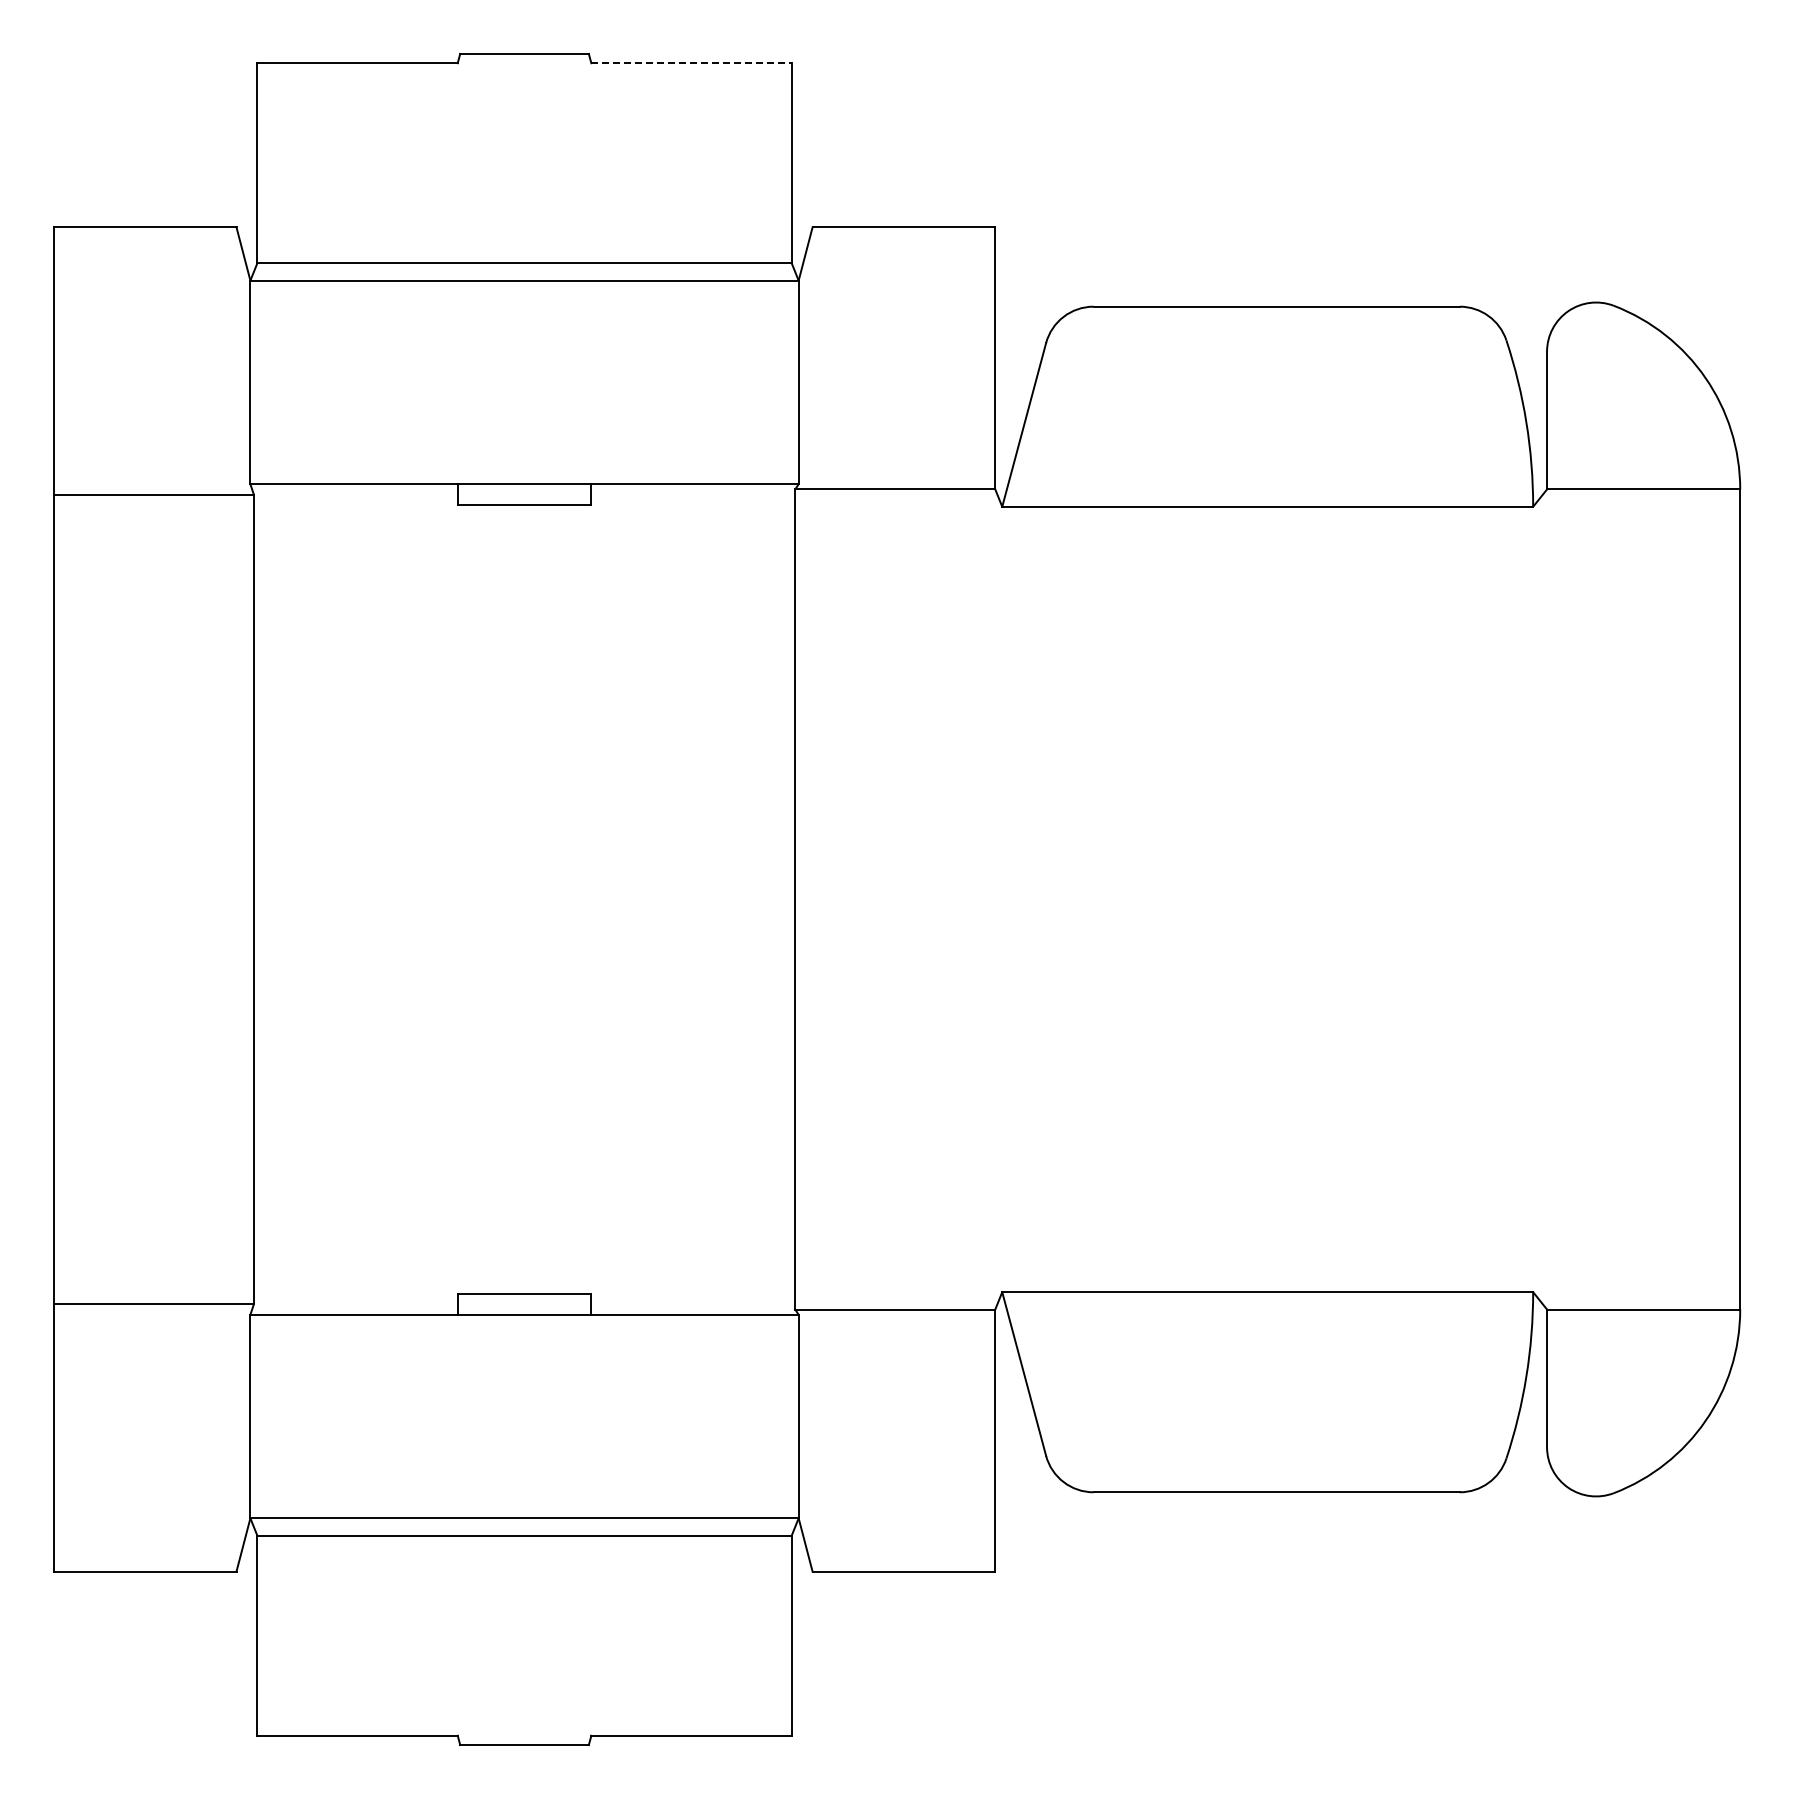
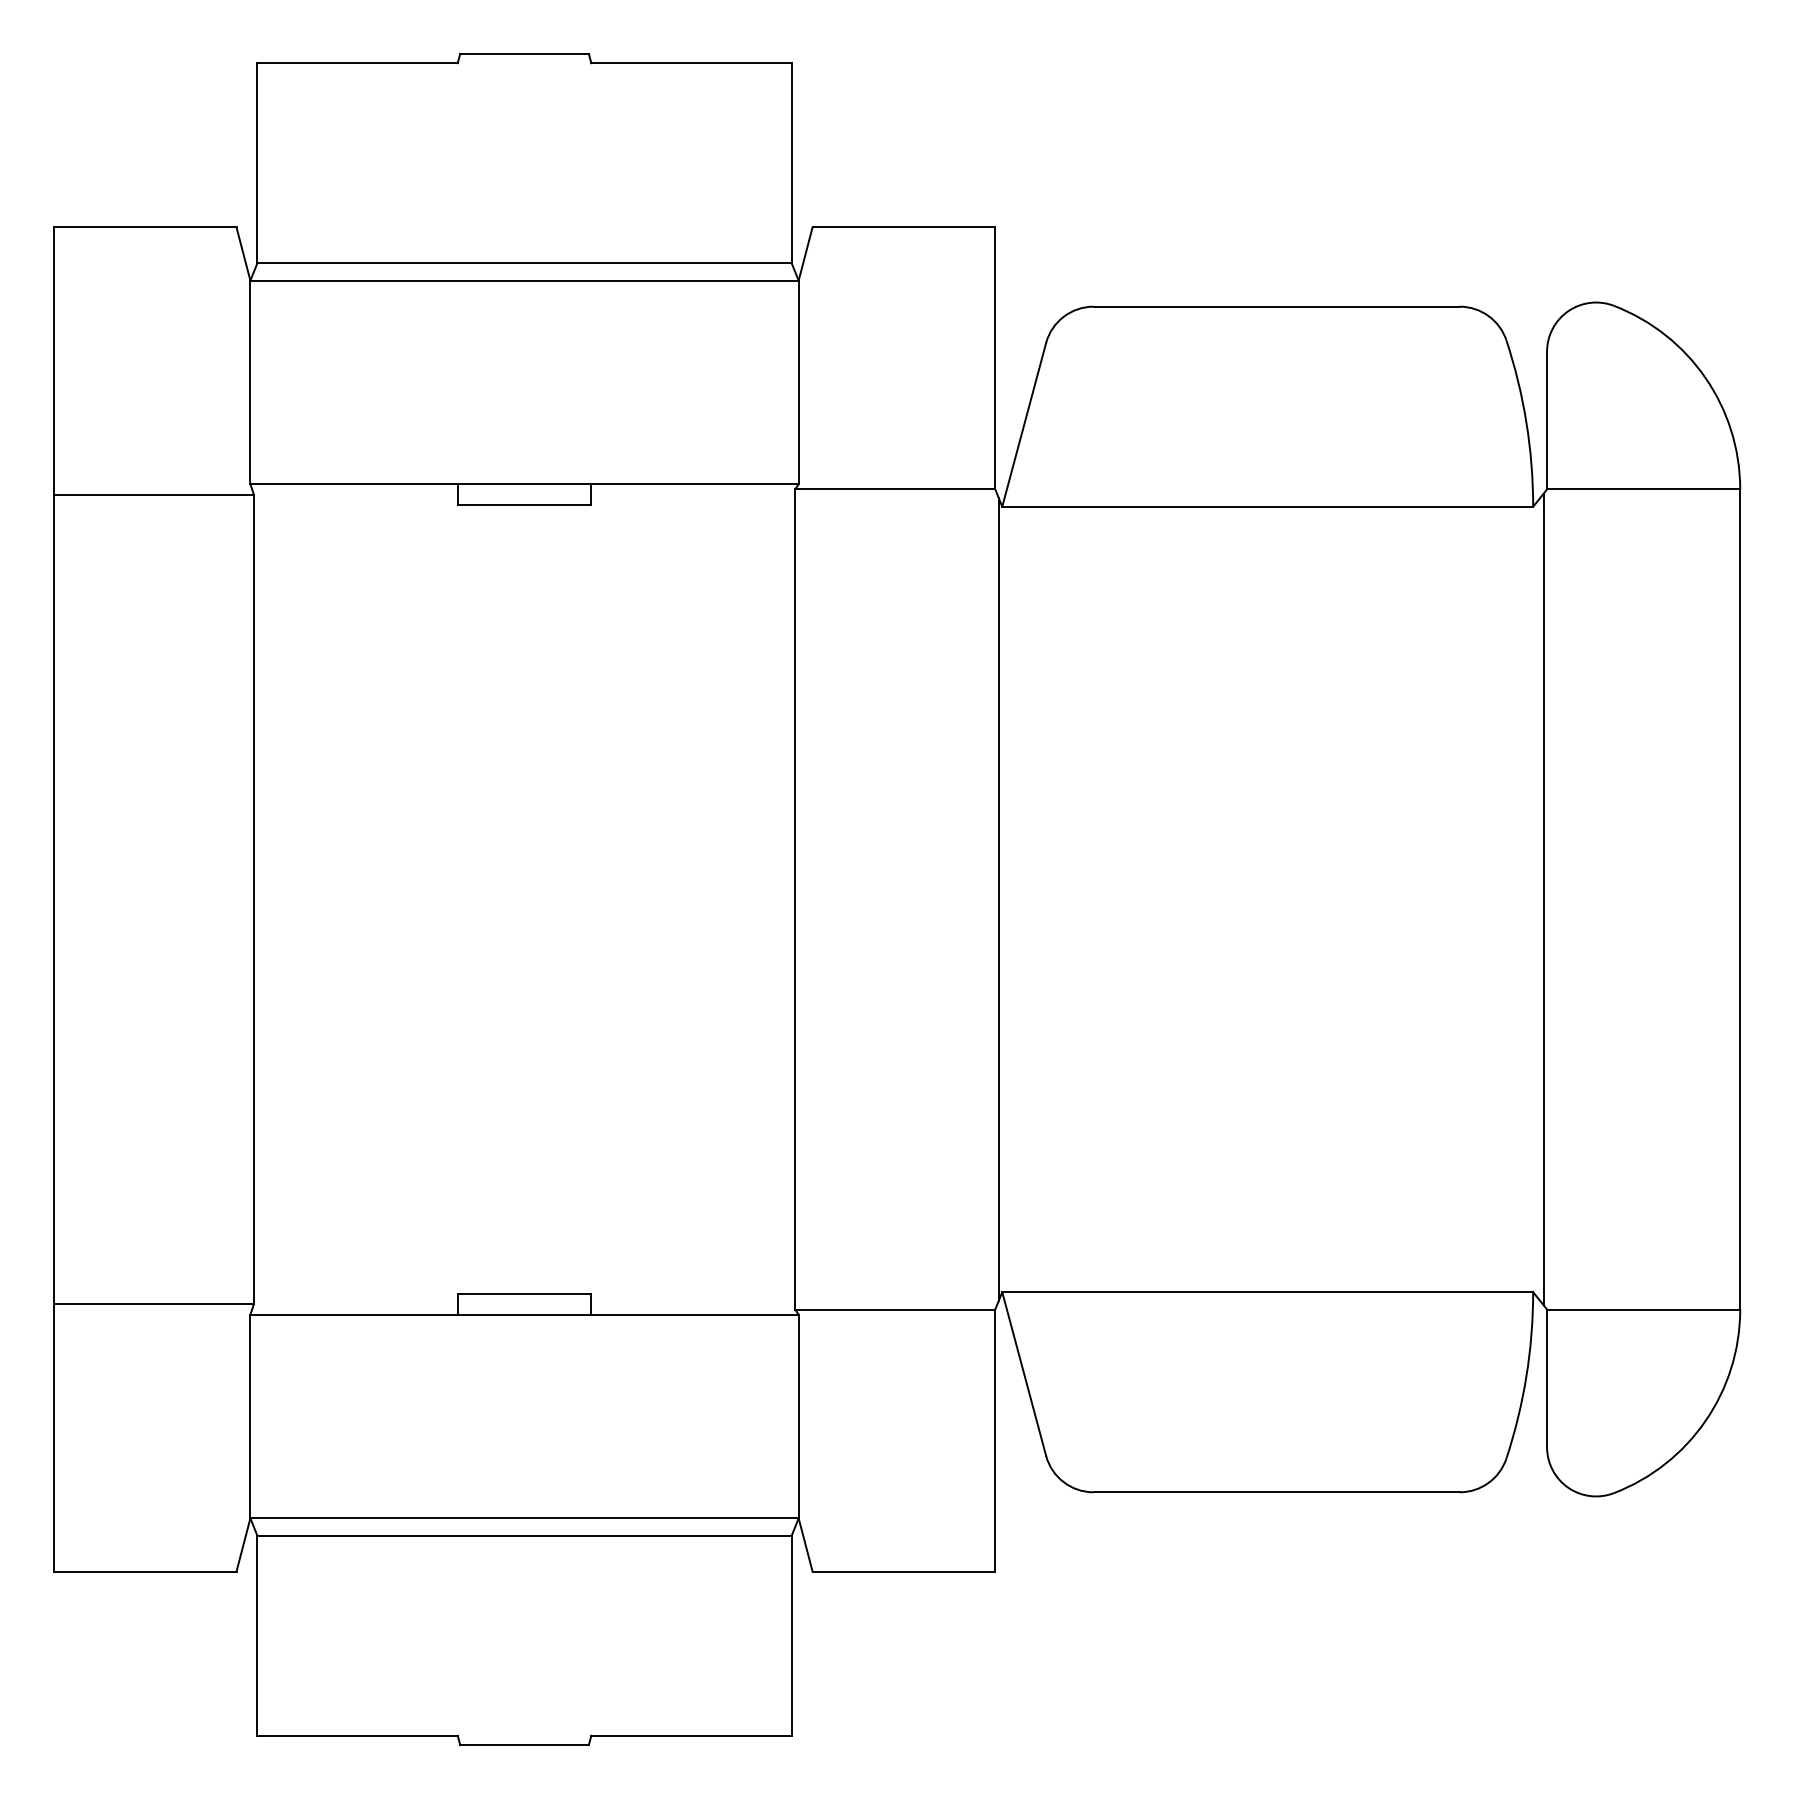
line at (692, 63): dashed -> solid
line at (998, 899): none -> present
line at (1543, 899): none -> present
